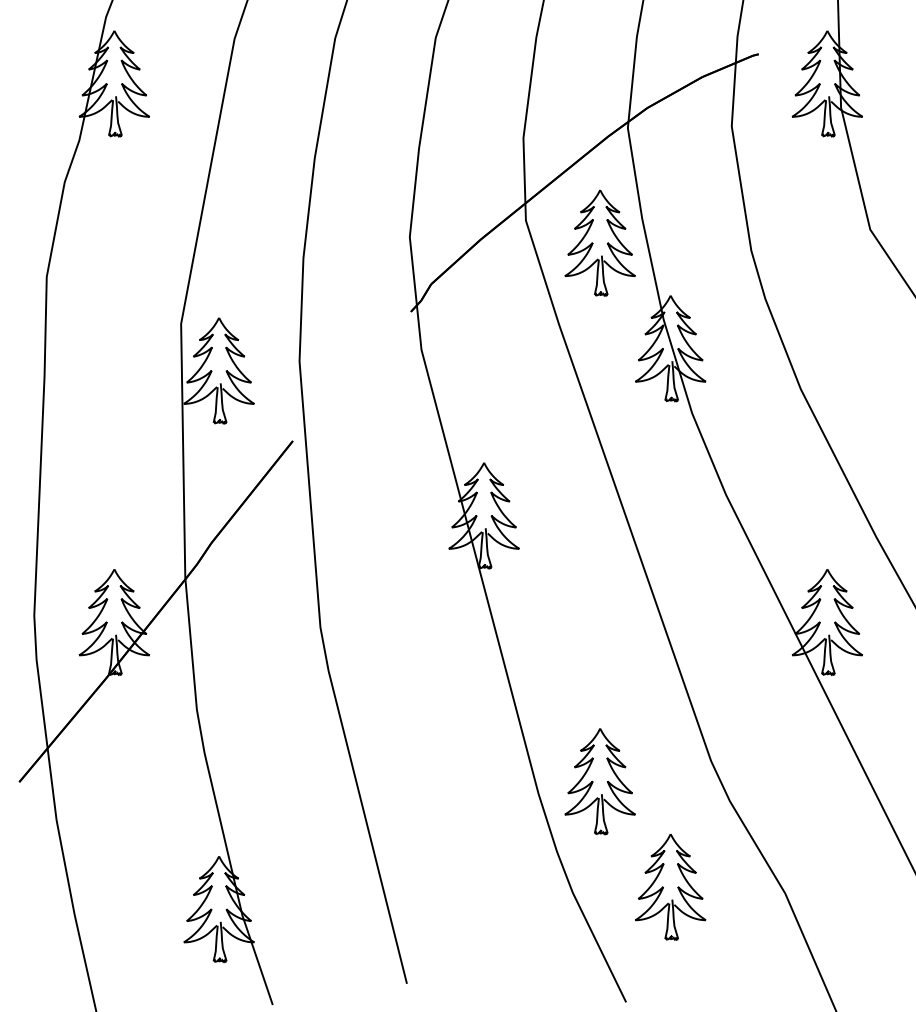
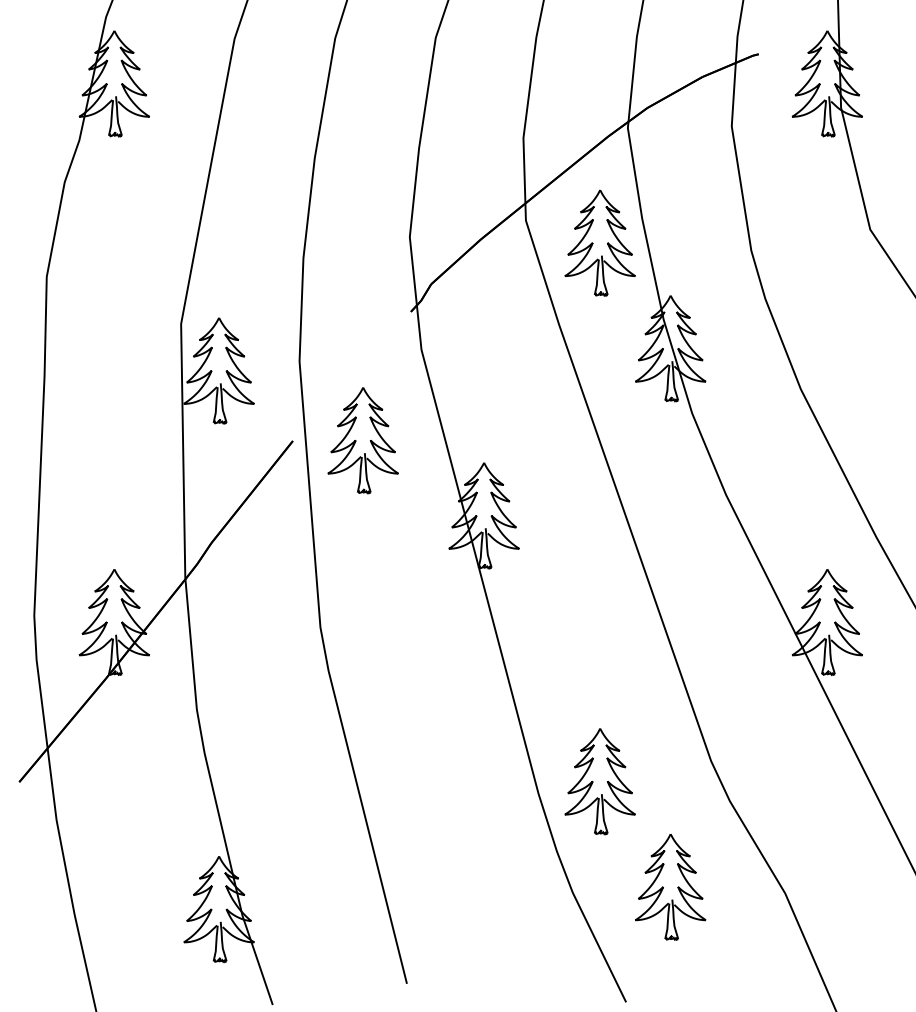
part at (362, 440): none -> present
